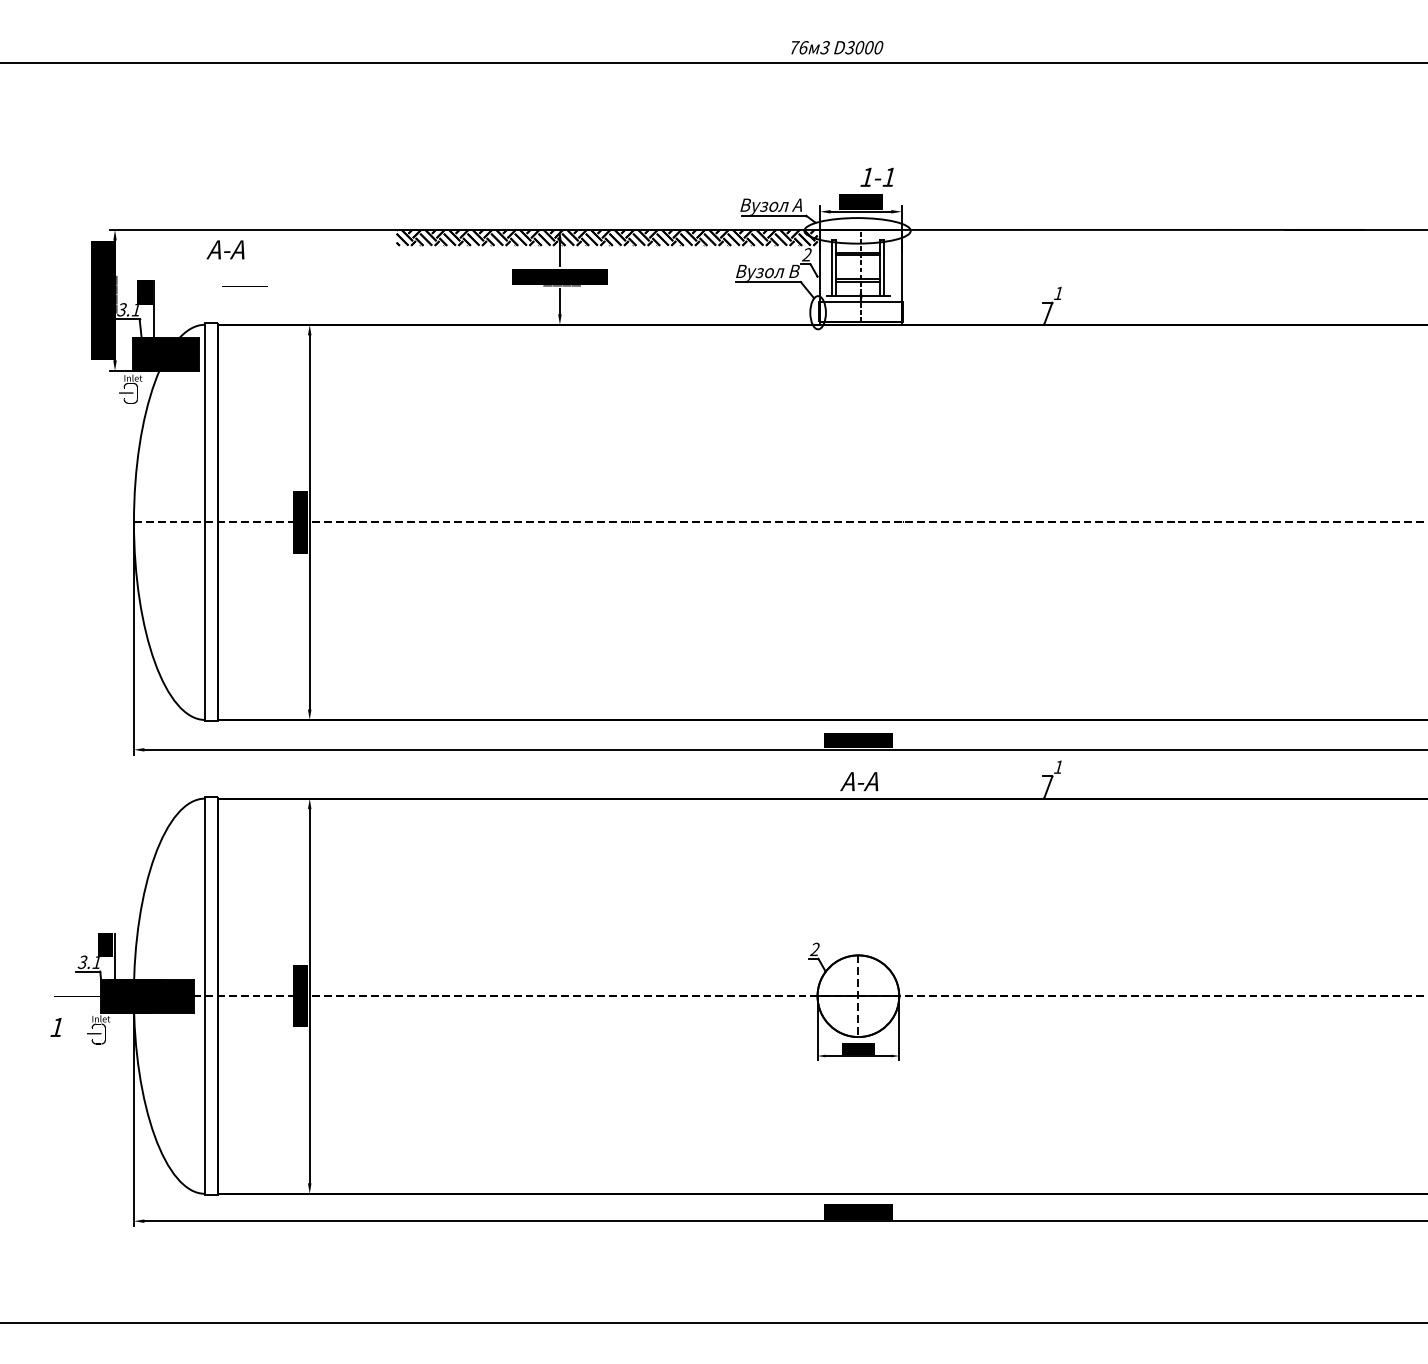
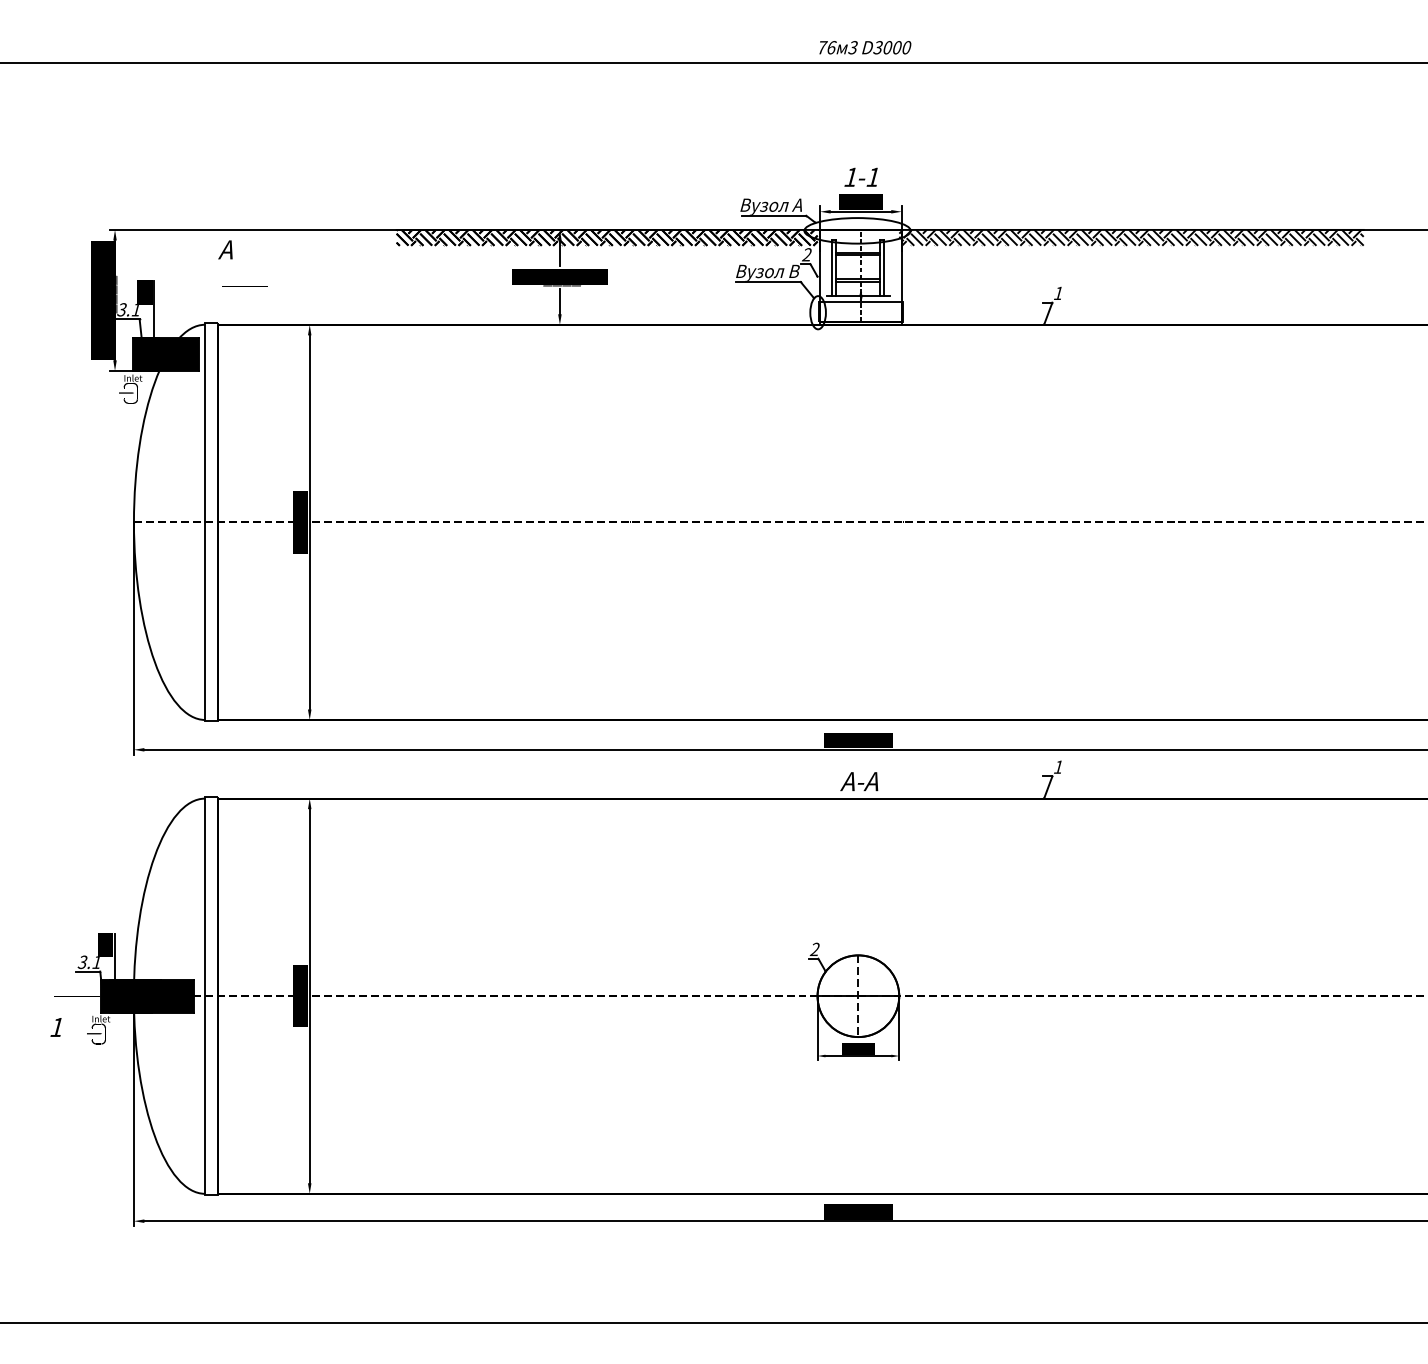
text at (837, 47) position: (837, 47) -> (865, 47)
text at (876, 176) position: (876, 176) -> (860, 176)
hatch at (1131, 237): none -> present
text at (225, 249): А-А -> А
